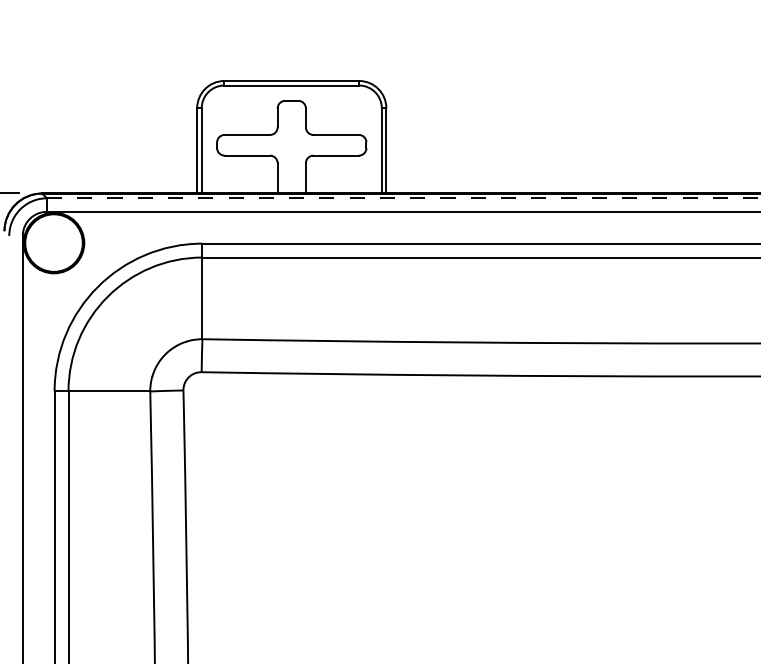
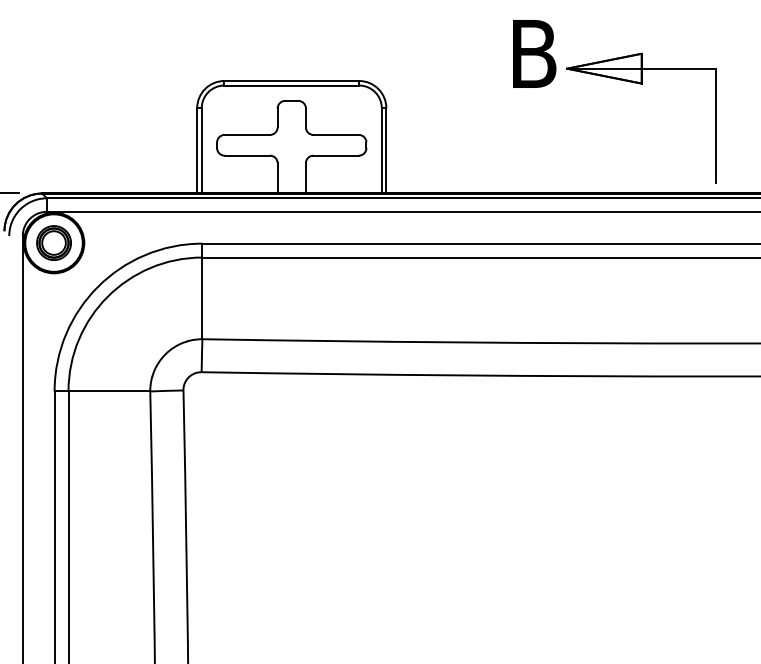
part at (619, 80): none -> present
line at (403, 198): dashed -> solid
part at (53, 242): none -> present
